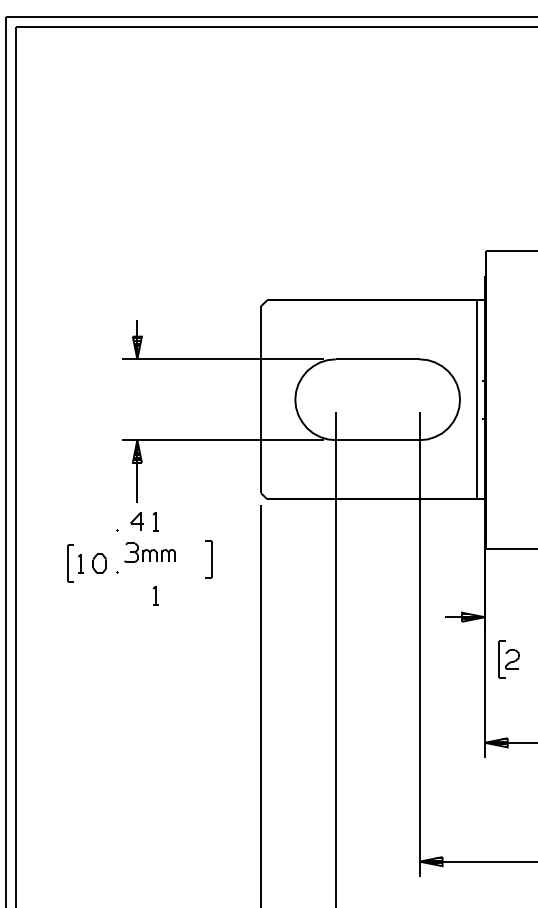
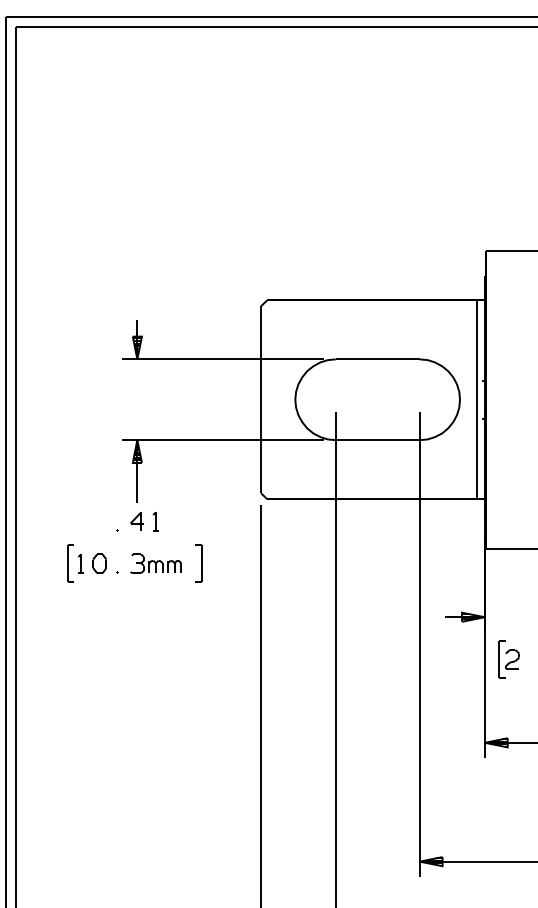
part at (149, 552) position: (149, 552) -> (155, 563)
part at (208, 559) position: (208, 559) -> (198, 563)
part at (155, 595): present -> none
